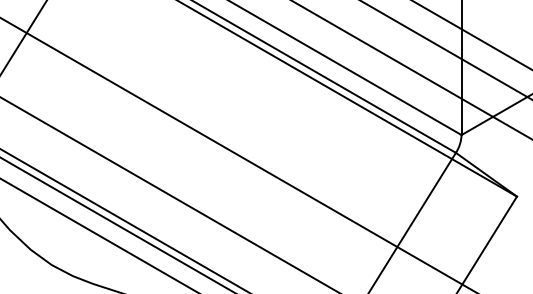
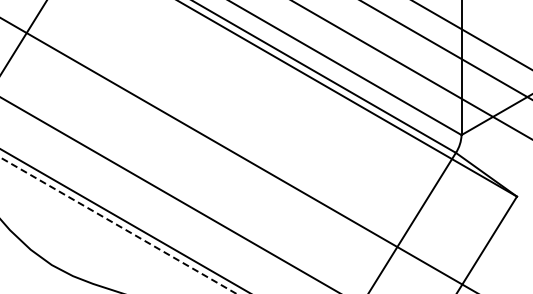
line at (117, 225): solid -> dashed
line at (98, 234): present -> none
